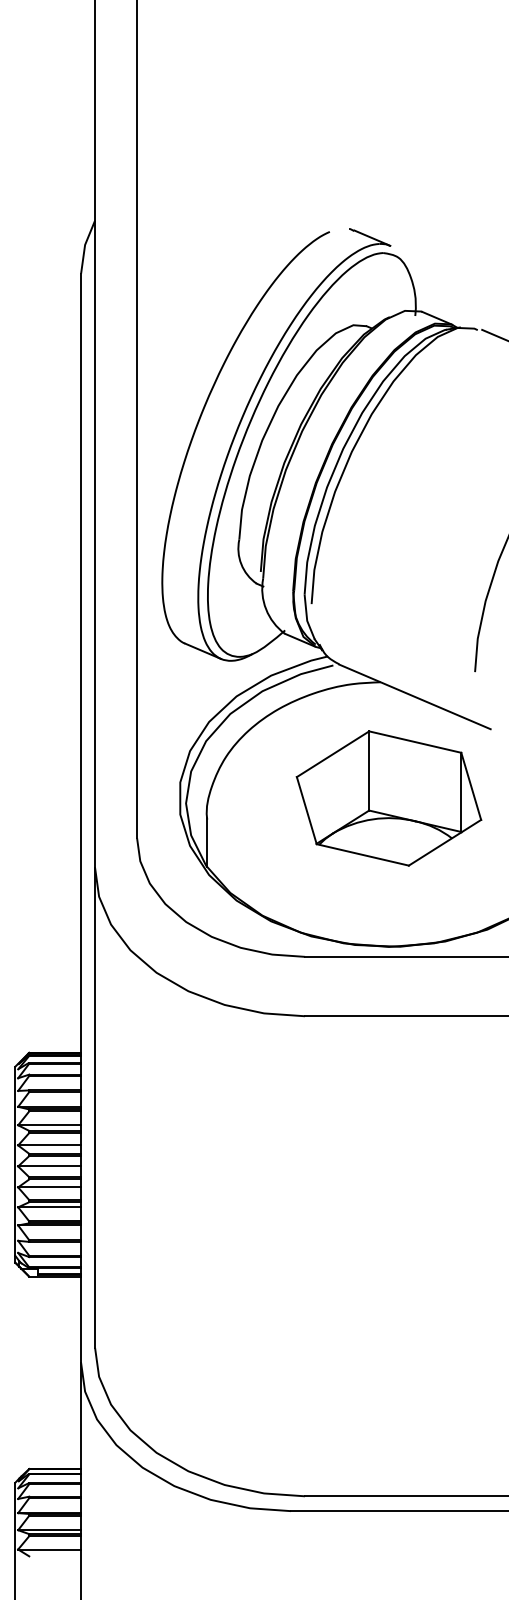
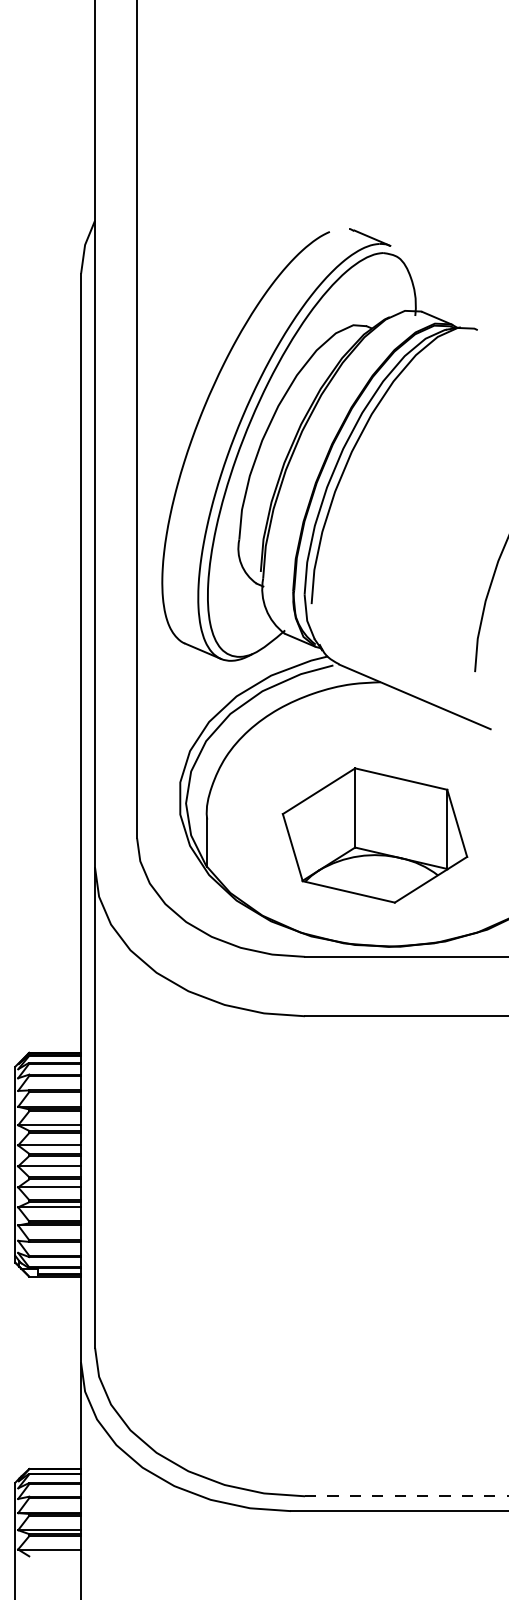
line at (493, 334): present -> none
part at (388, 798) position: (388, 798) -> (374, 835)
line at (407, 1496): solid -> dashed
